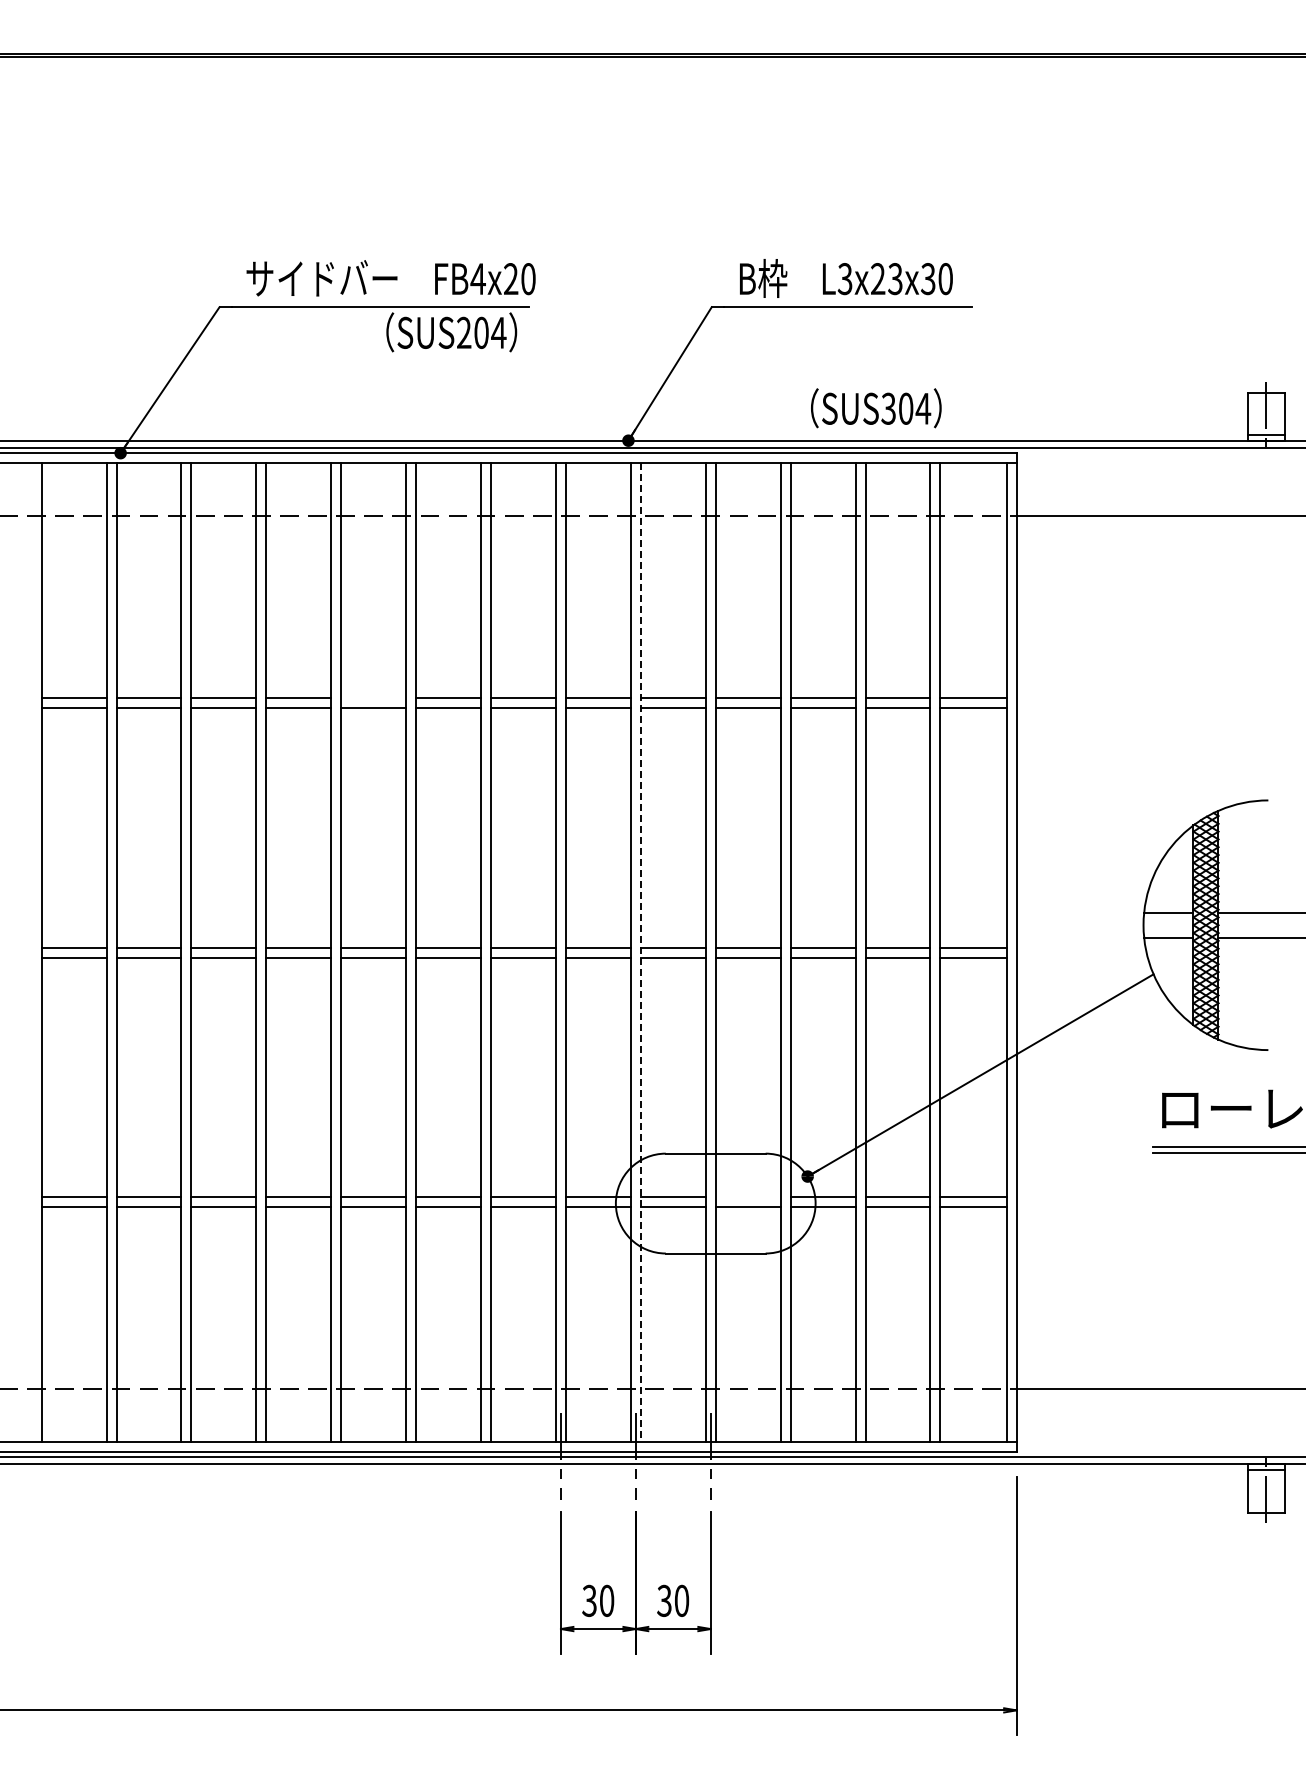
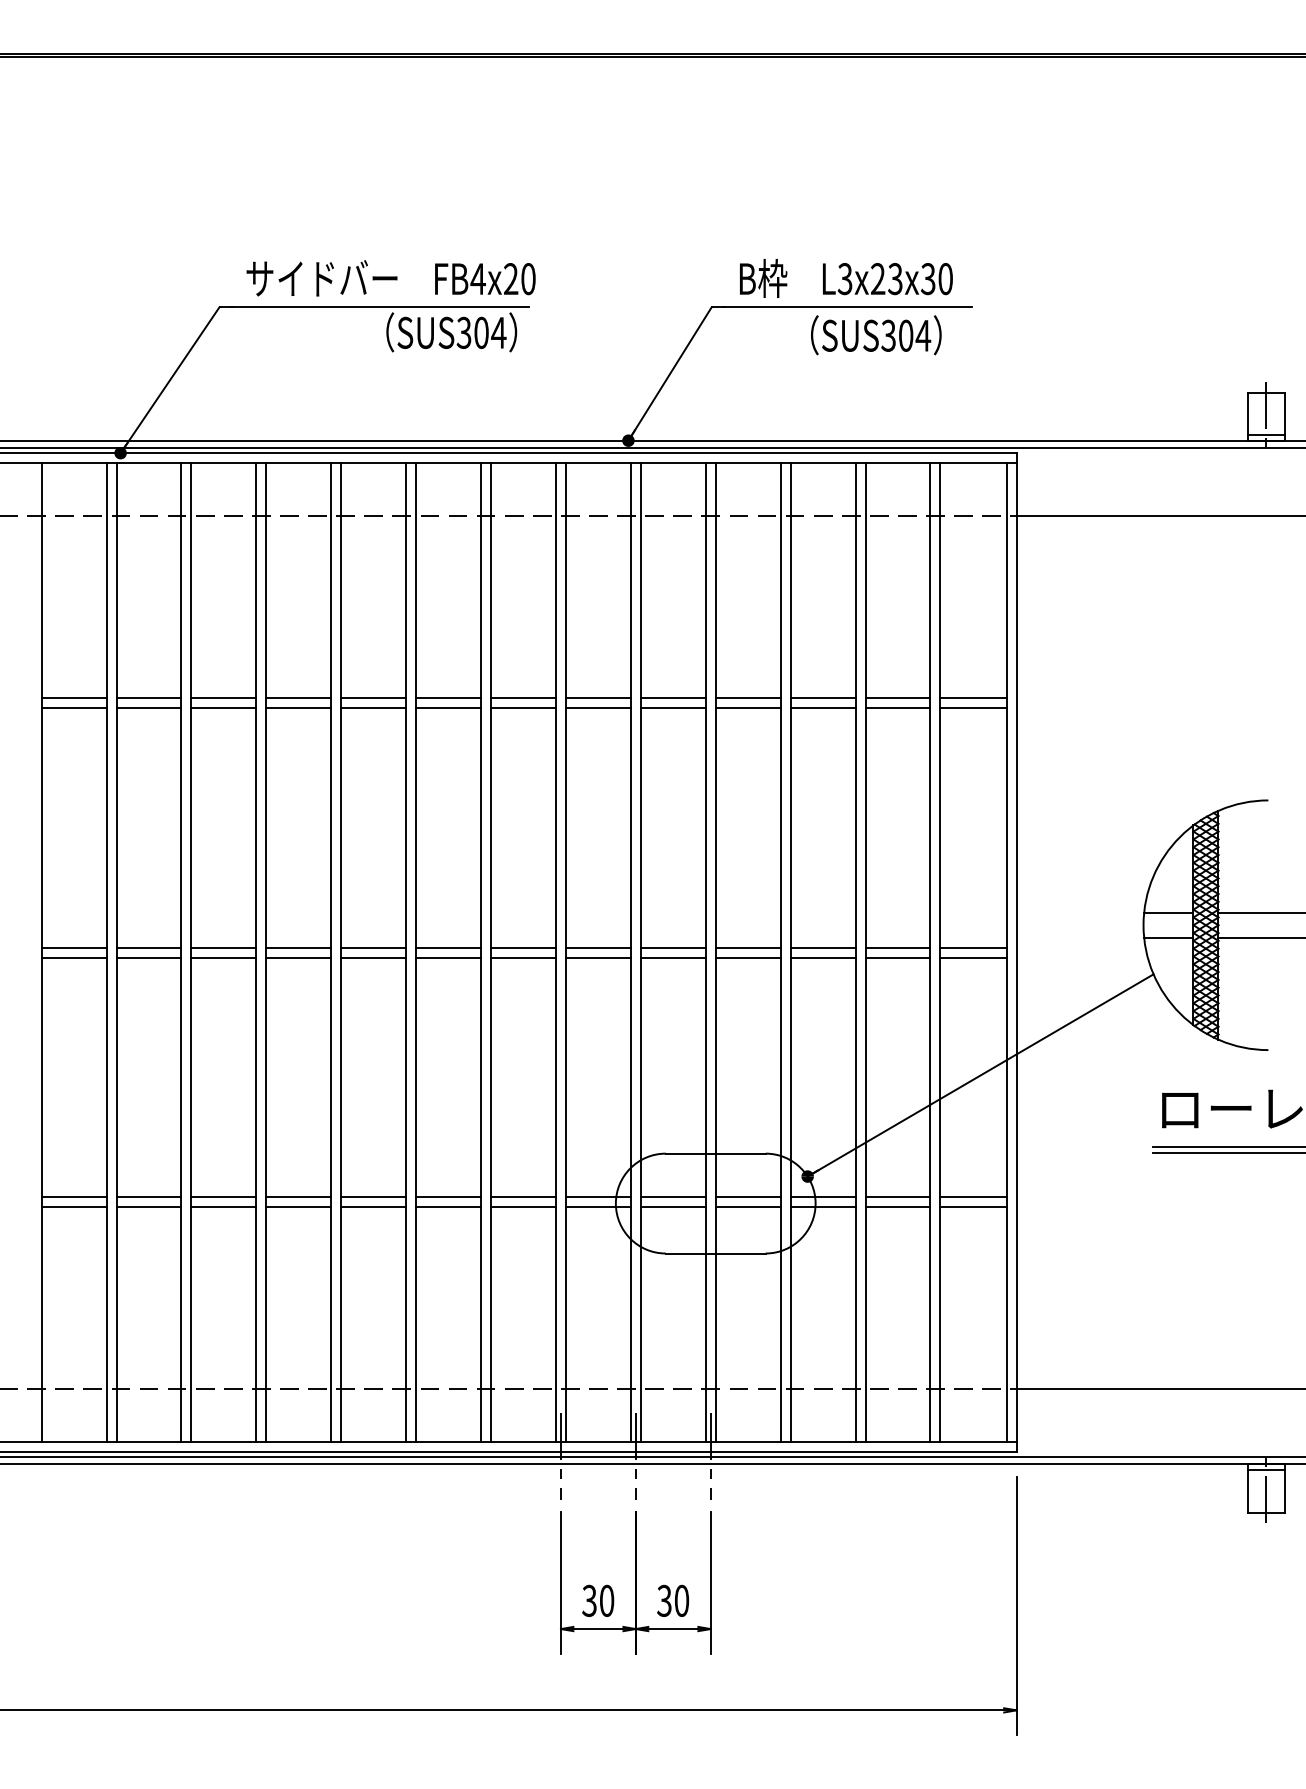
text at (463, 332): SUS204 -> SUS304
text at (876, 408) position: (876, 408) -> (876, 335)
line at (373, 697): none -> present
line at (640, 953): dashed -> solid
line at (747, 1197): none -> present
